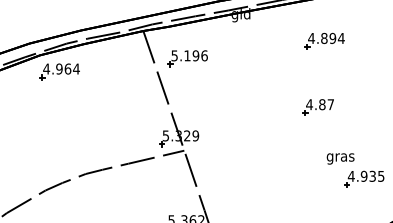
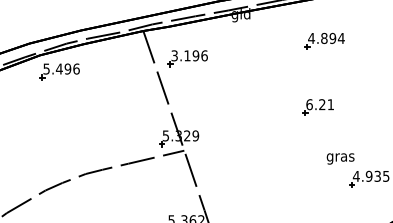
text at (174, 55): 5.196 -> 3.196
text at (61, 68): 4.964 -> 5.496
text at (319, 104): 4.87 -> 6.21
part at (364, 178) position: (364, 178) -> (369, 178)
